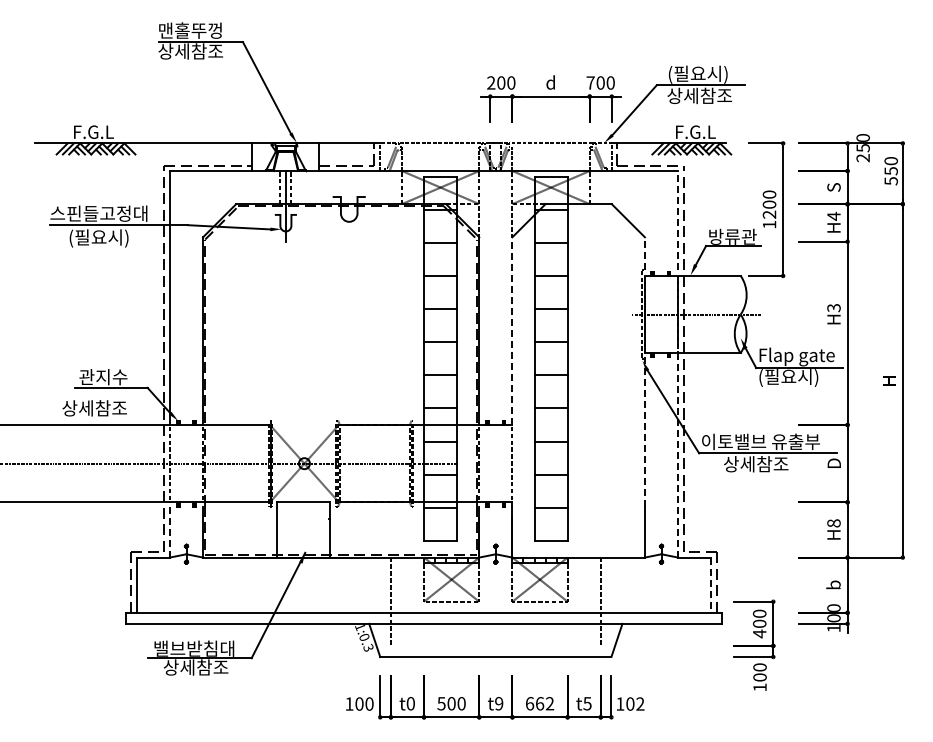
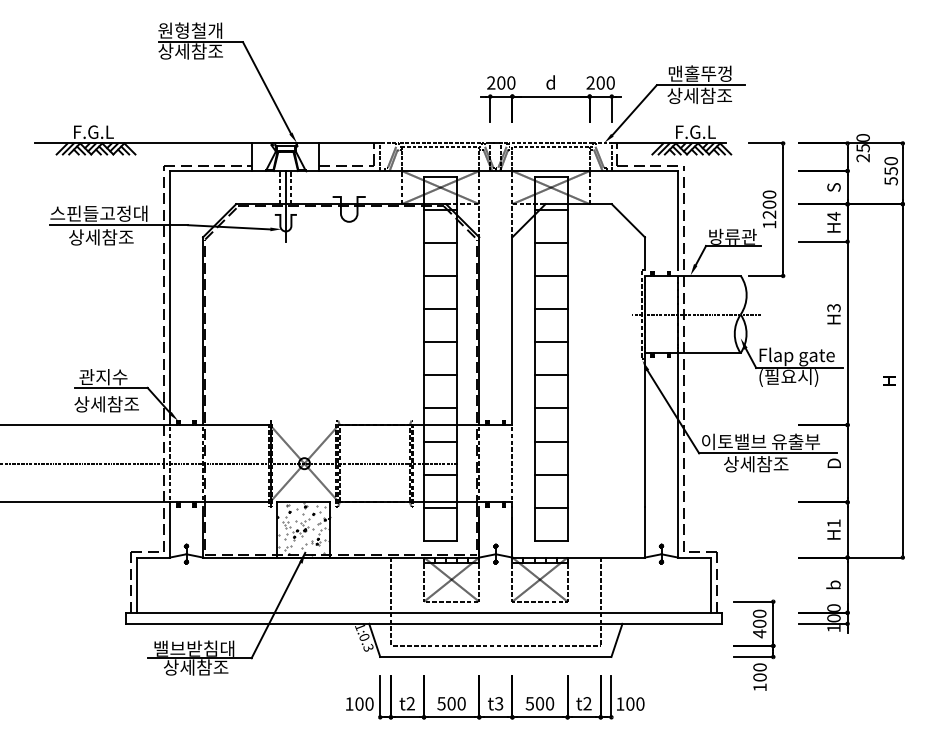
text at (190, 30): 맨홀뚜껑 -> 원형철개
text at (699, 74): (필요시) -> 맨홀뚜껑
text at (590, 82): 700 -> 200
line at (440, 146): none -> present
line at (550, 146): none -> present
line at (678, 220): dashed -> solid
text at (101, 238): (필요시) -> 상세참조
line at (644, 253): dashed -> solid
line at (512, 331): dashed -> solid
text at (94, 408) position: (94, 408) -> (106, 404)
line at (644, 427): dashed -> solid
line at (678, 452): dashed -> solid
text at (833, 523): H8 -> H1
line at (169, 529): dashed -> solid
hatch at (303, 529): none -> present
line at (711, 585): dashed -> solid
line at (495, 645): none -> present
text at (410, 703): t0 -> t2
text at (499, 703): t9 -> t3
text at (539, 703): 662 -> 500
text at (587, 703): t5 -> t2
text at (640, 703): 102 -> 100
